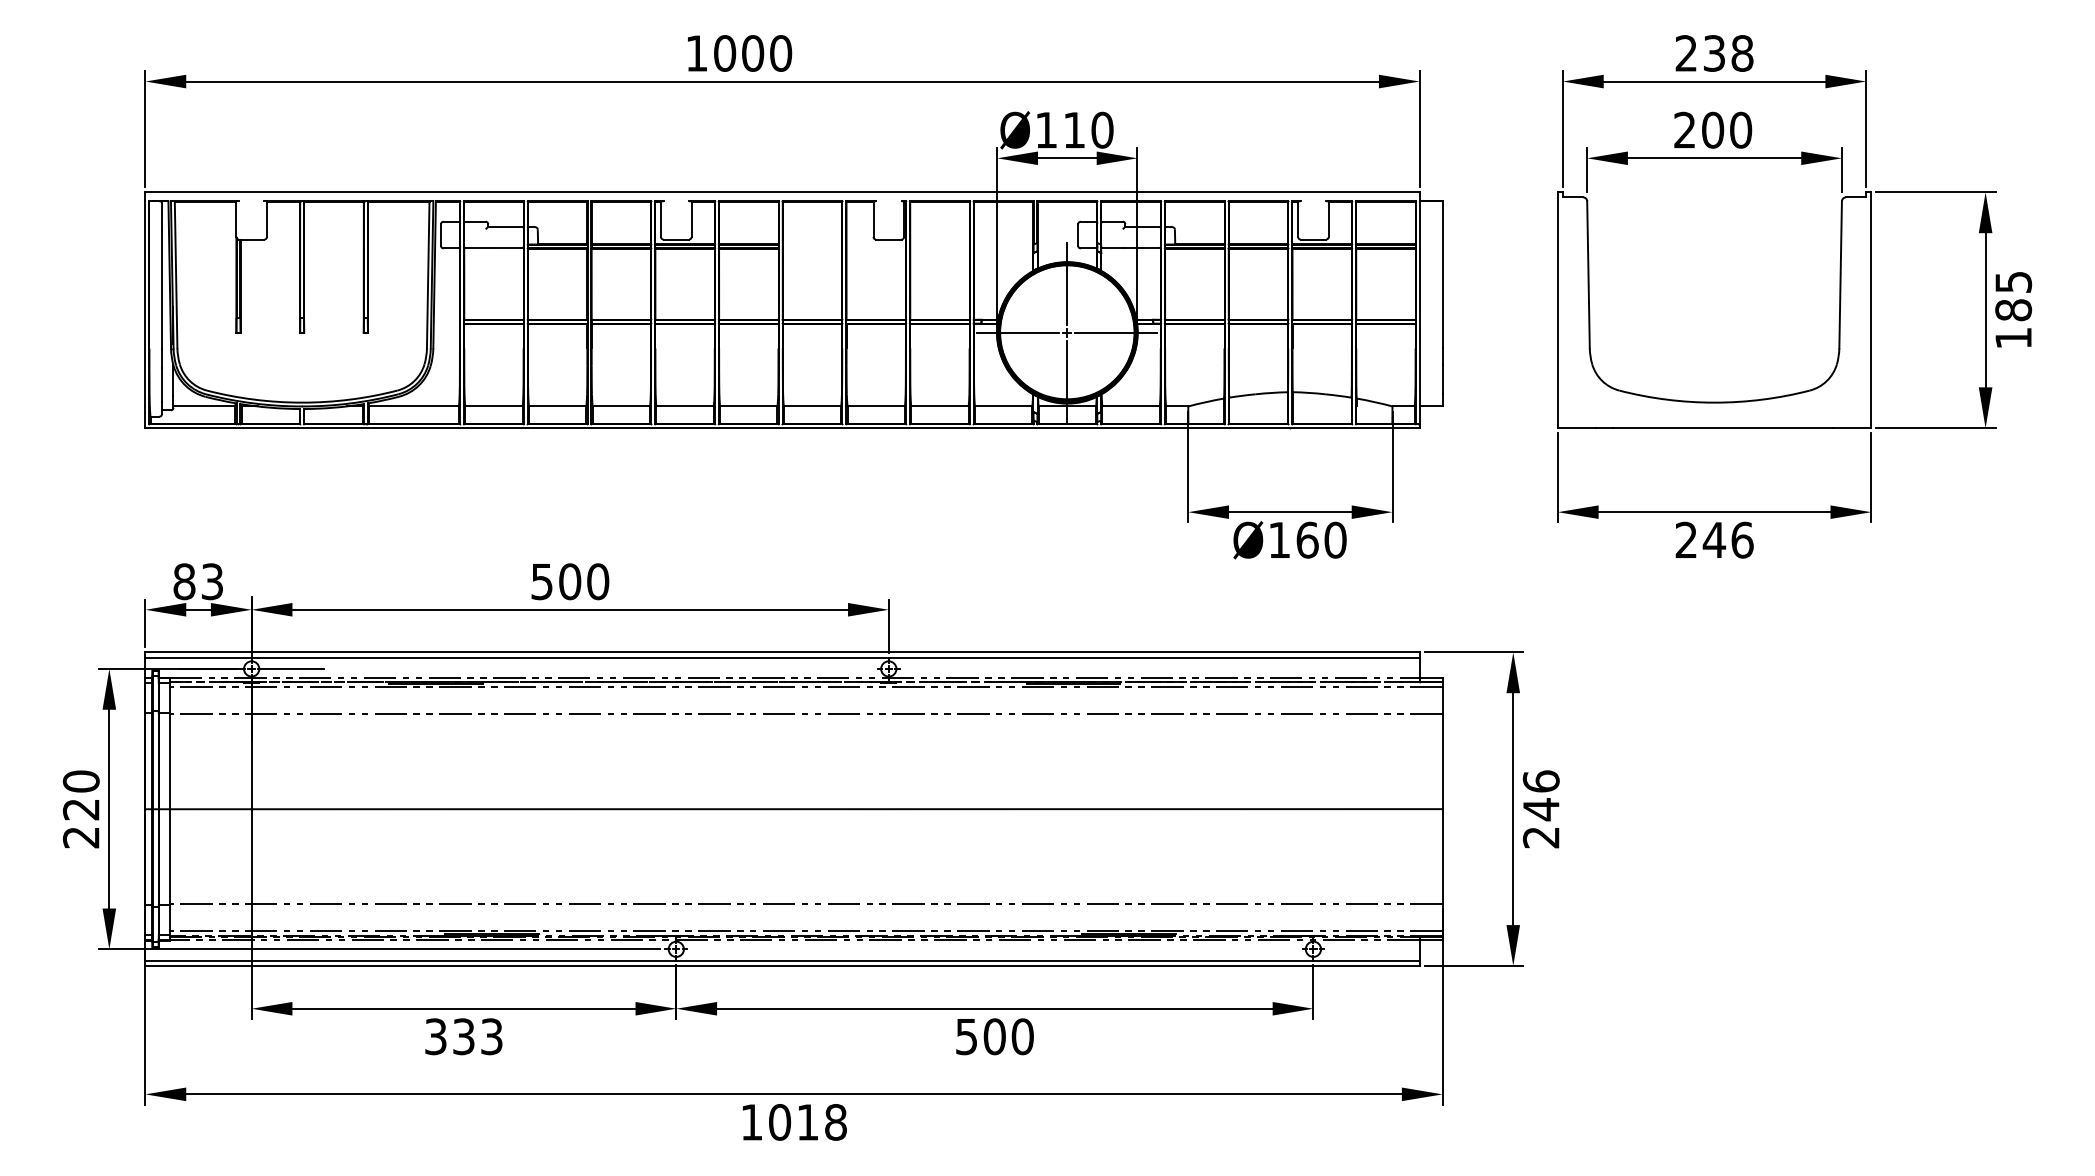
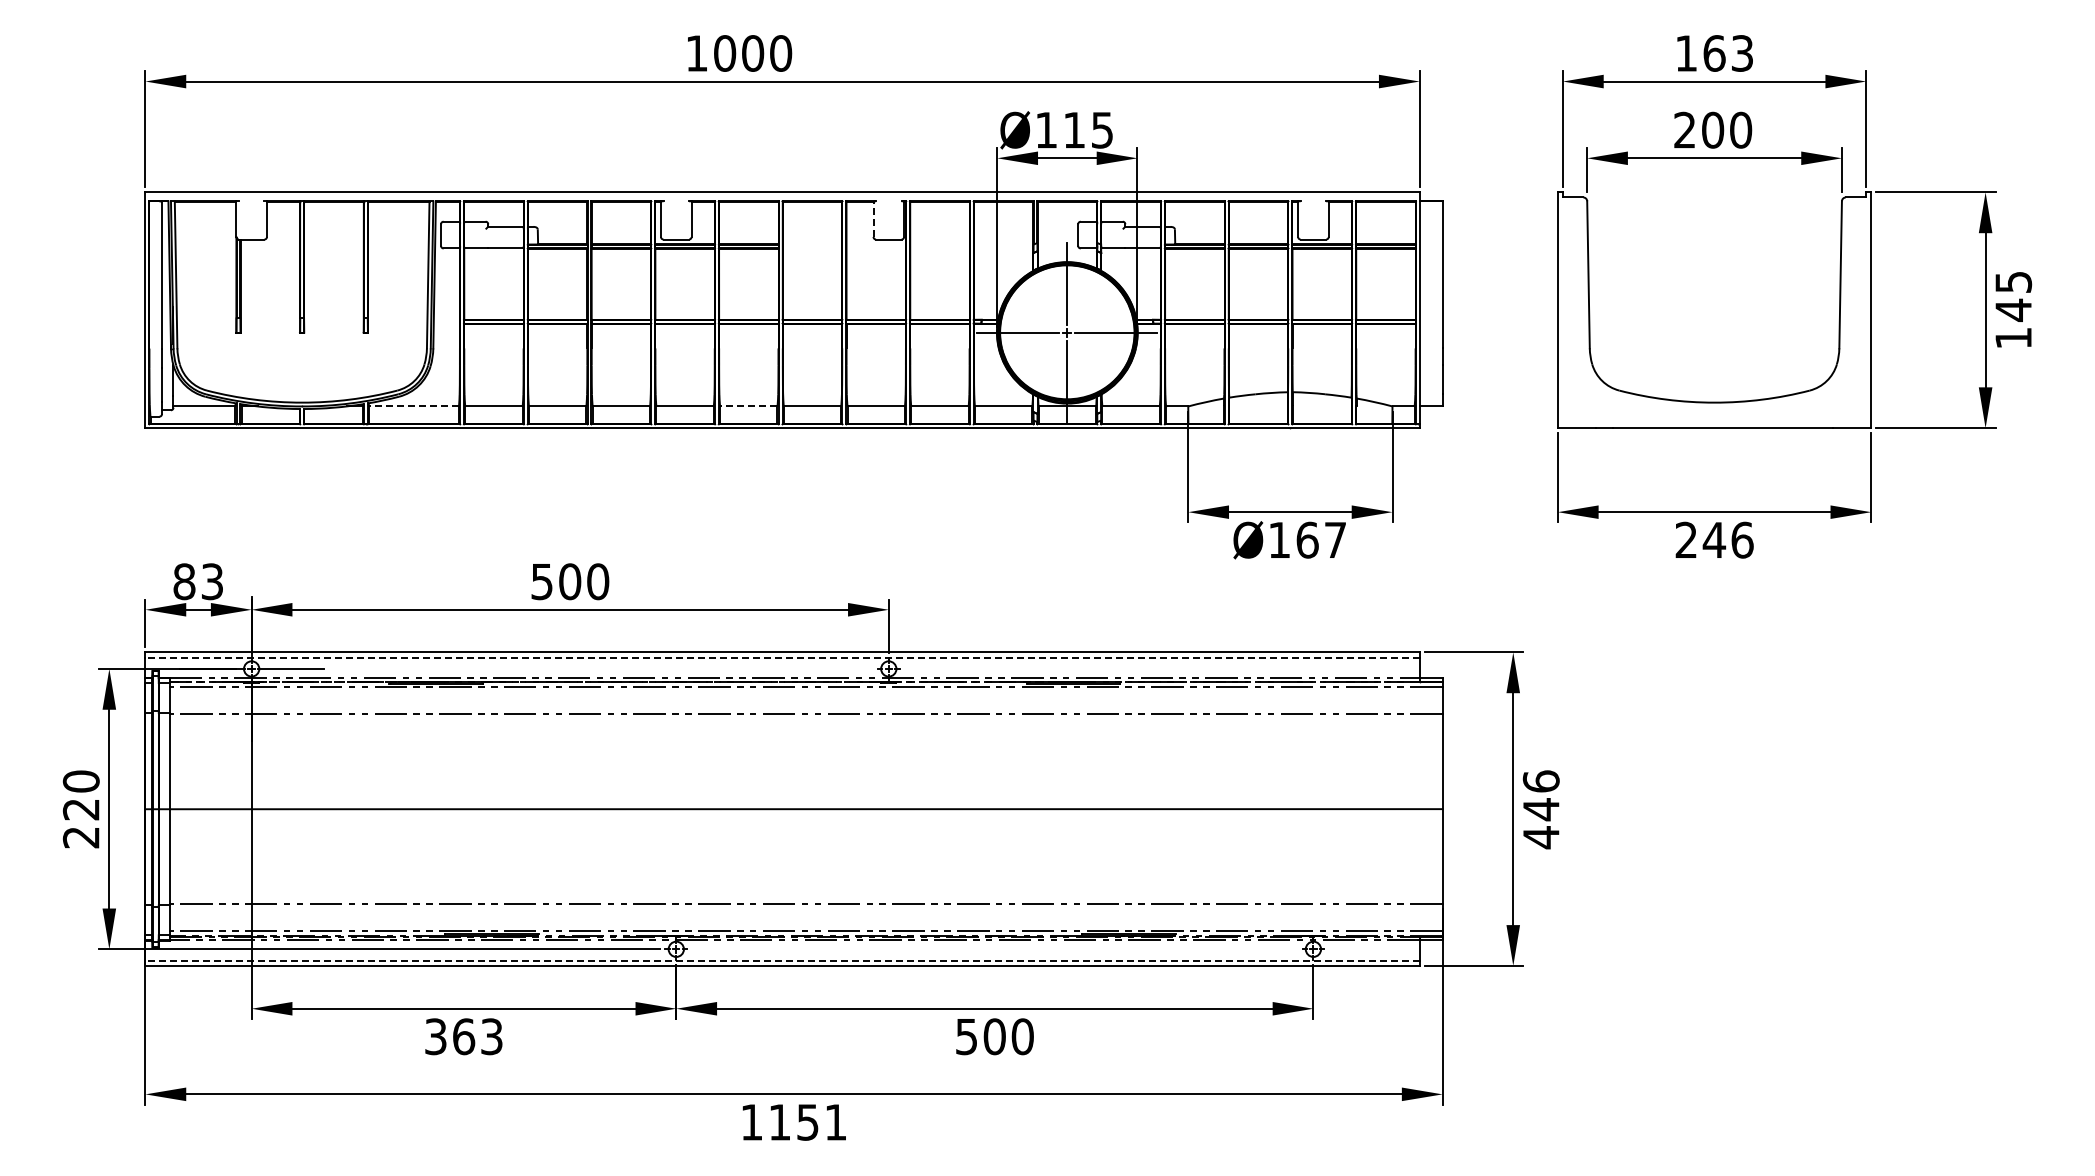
text at (1714, 53): 238 -> 163
text at (1102, 129): Ø110 -> Ø115
line at (873, 219): solid -> dashed
text at (2013, 310): 185 -> 145
line at (413, 406): solid -> dashed
line at (748, 406): solid -> dashed
text at (1335, 539): Ø160 -> Ø167
line at (782, 657): solid -> dashed
text at (1540, 837): 246 -> 446
line at (782, 960): solid -> dashed
text at (464, 1036): 333 -> 363
text at (807, 1122): 1018 -> 1151
